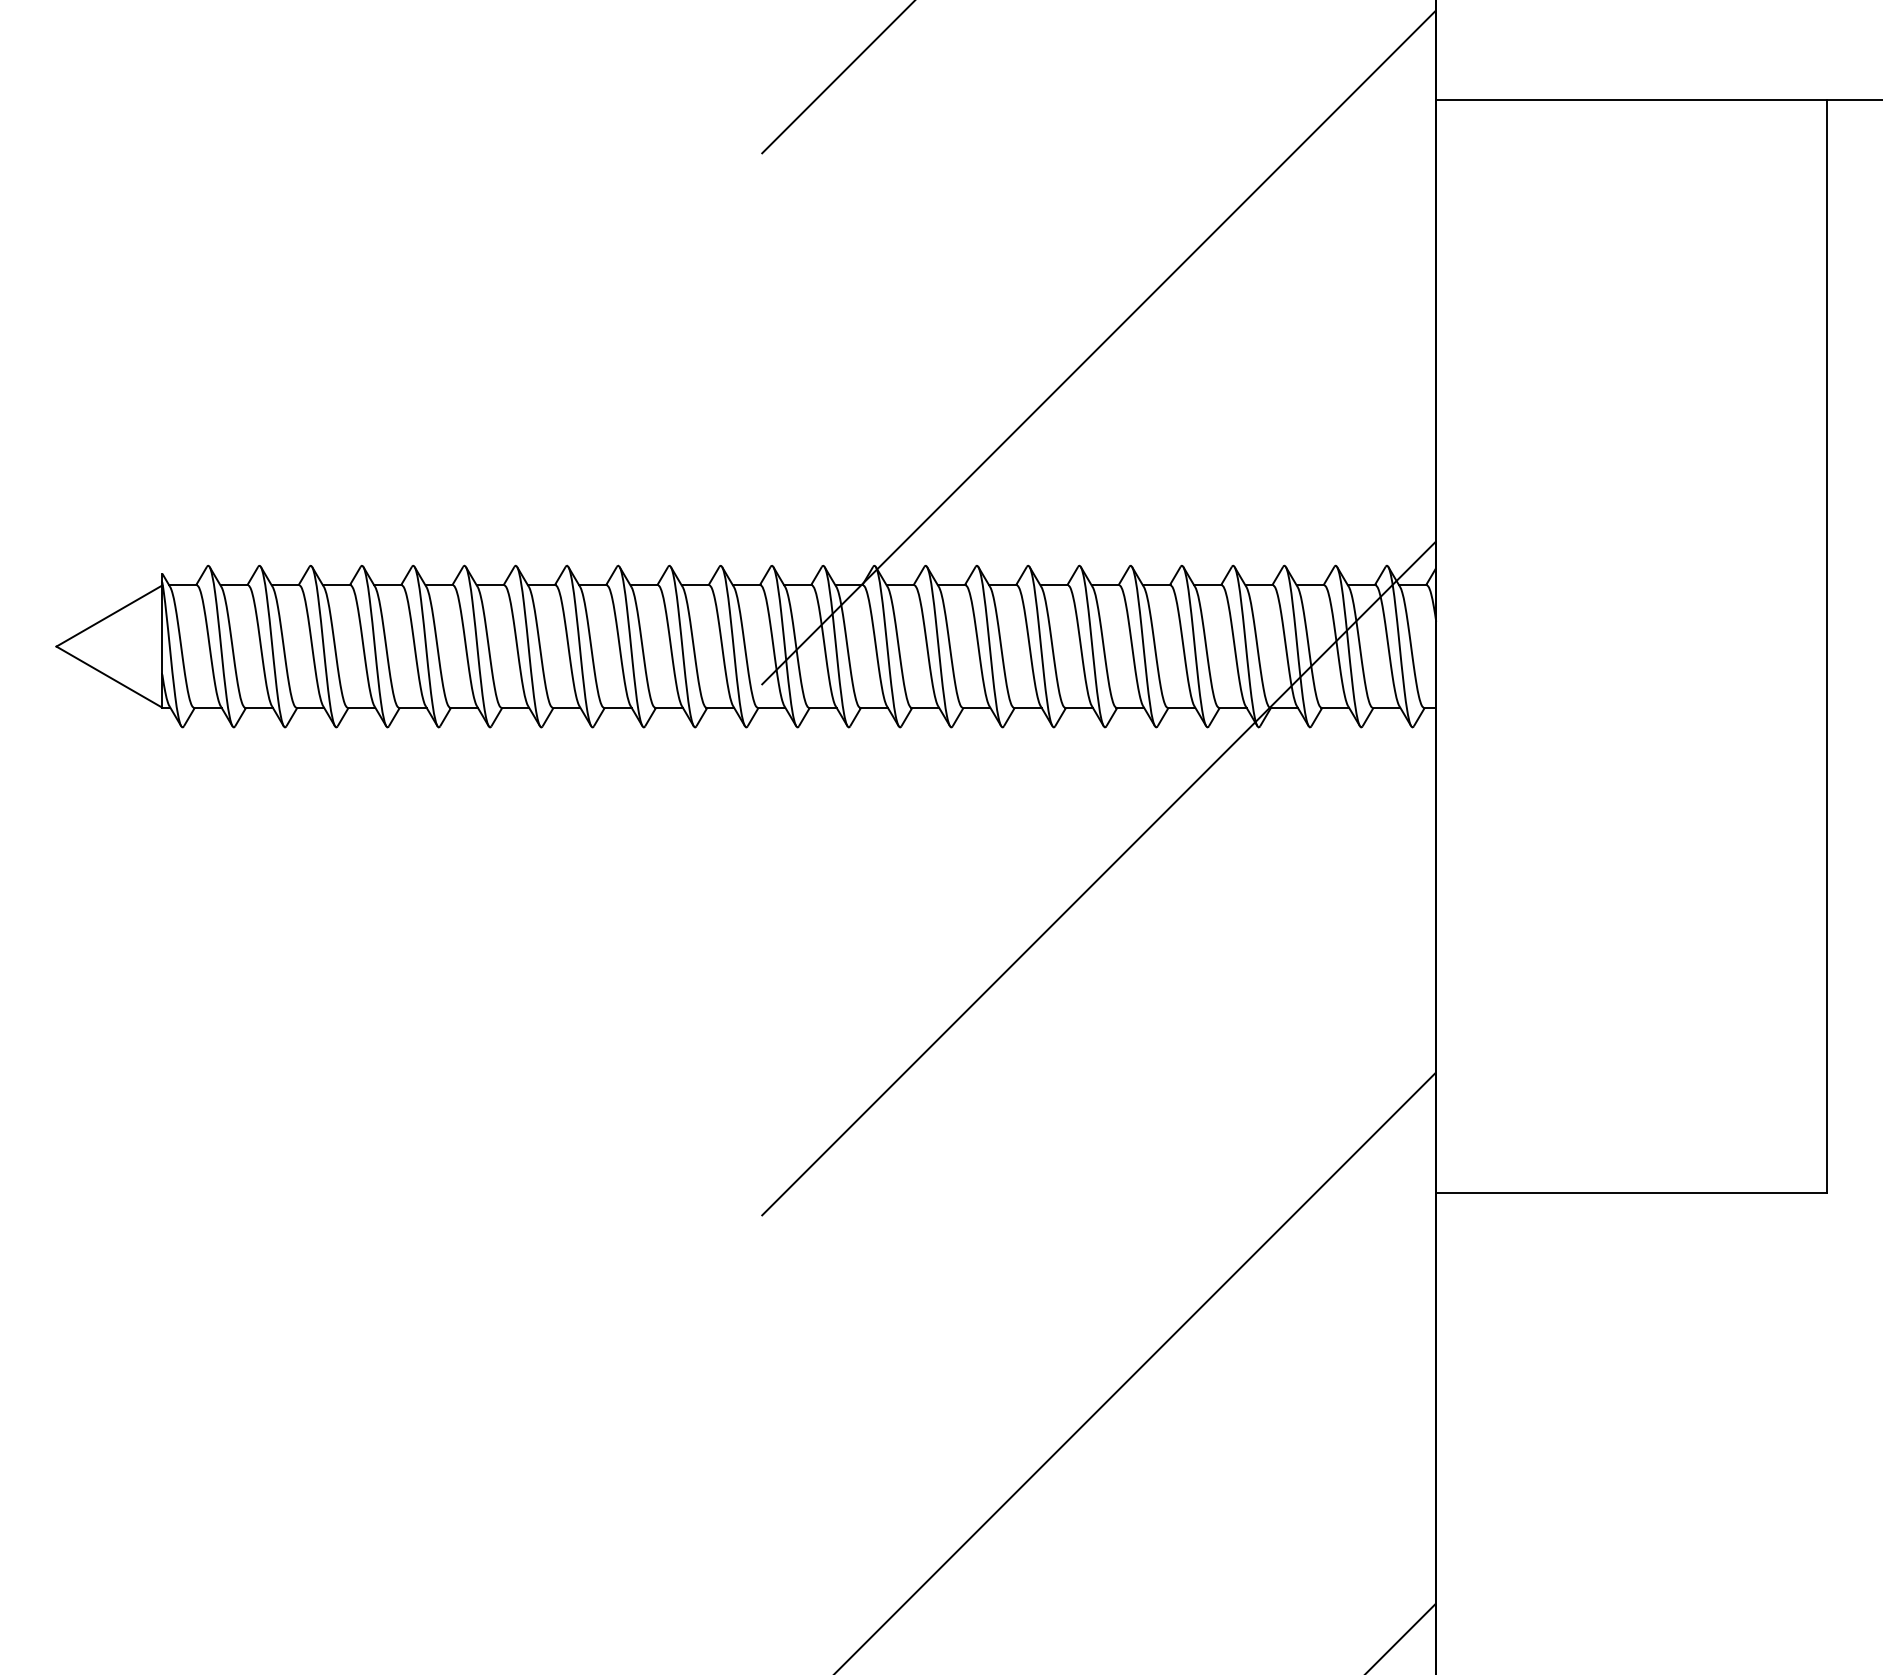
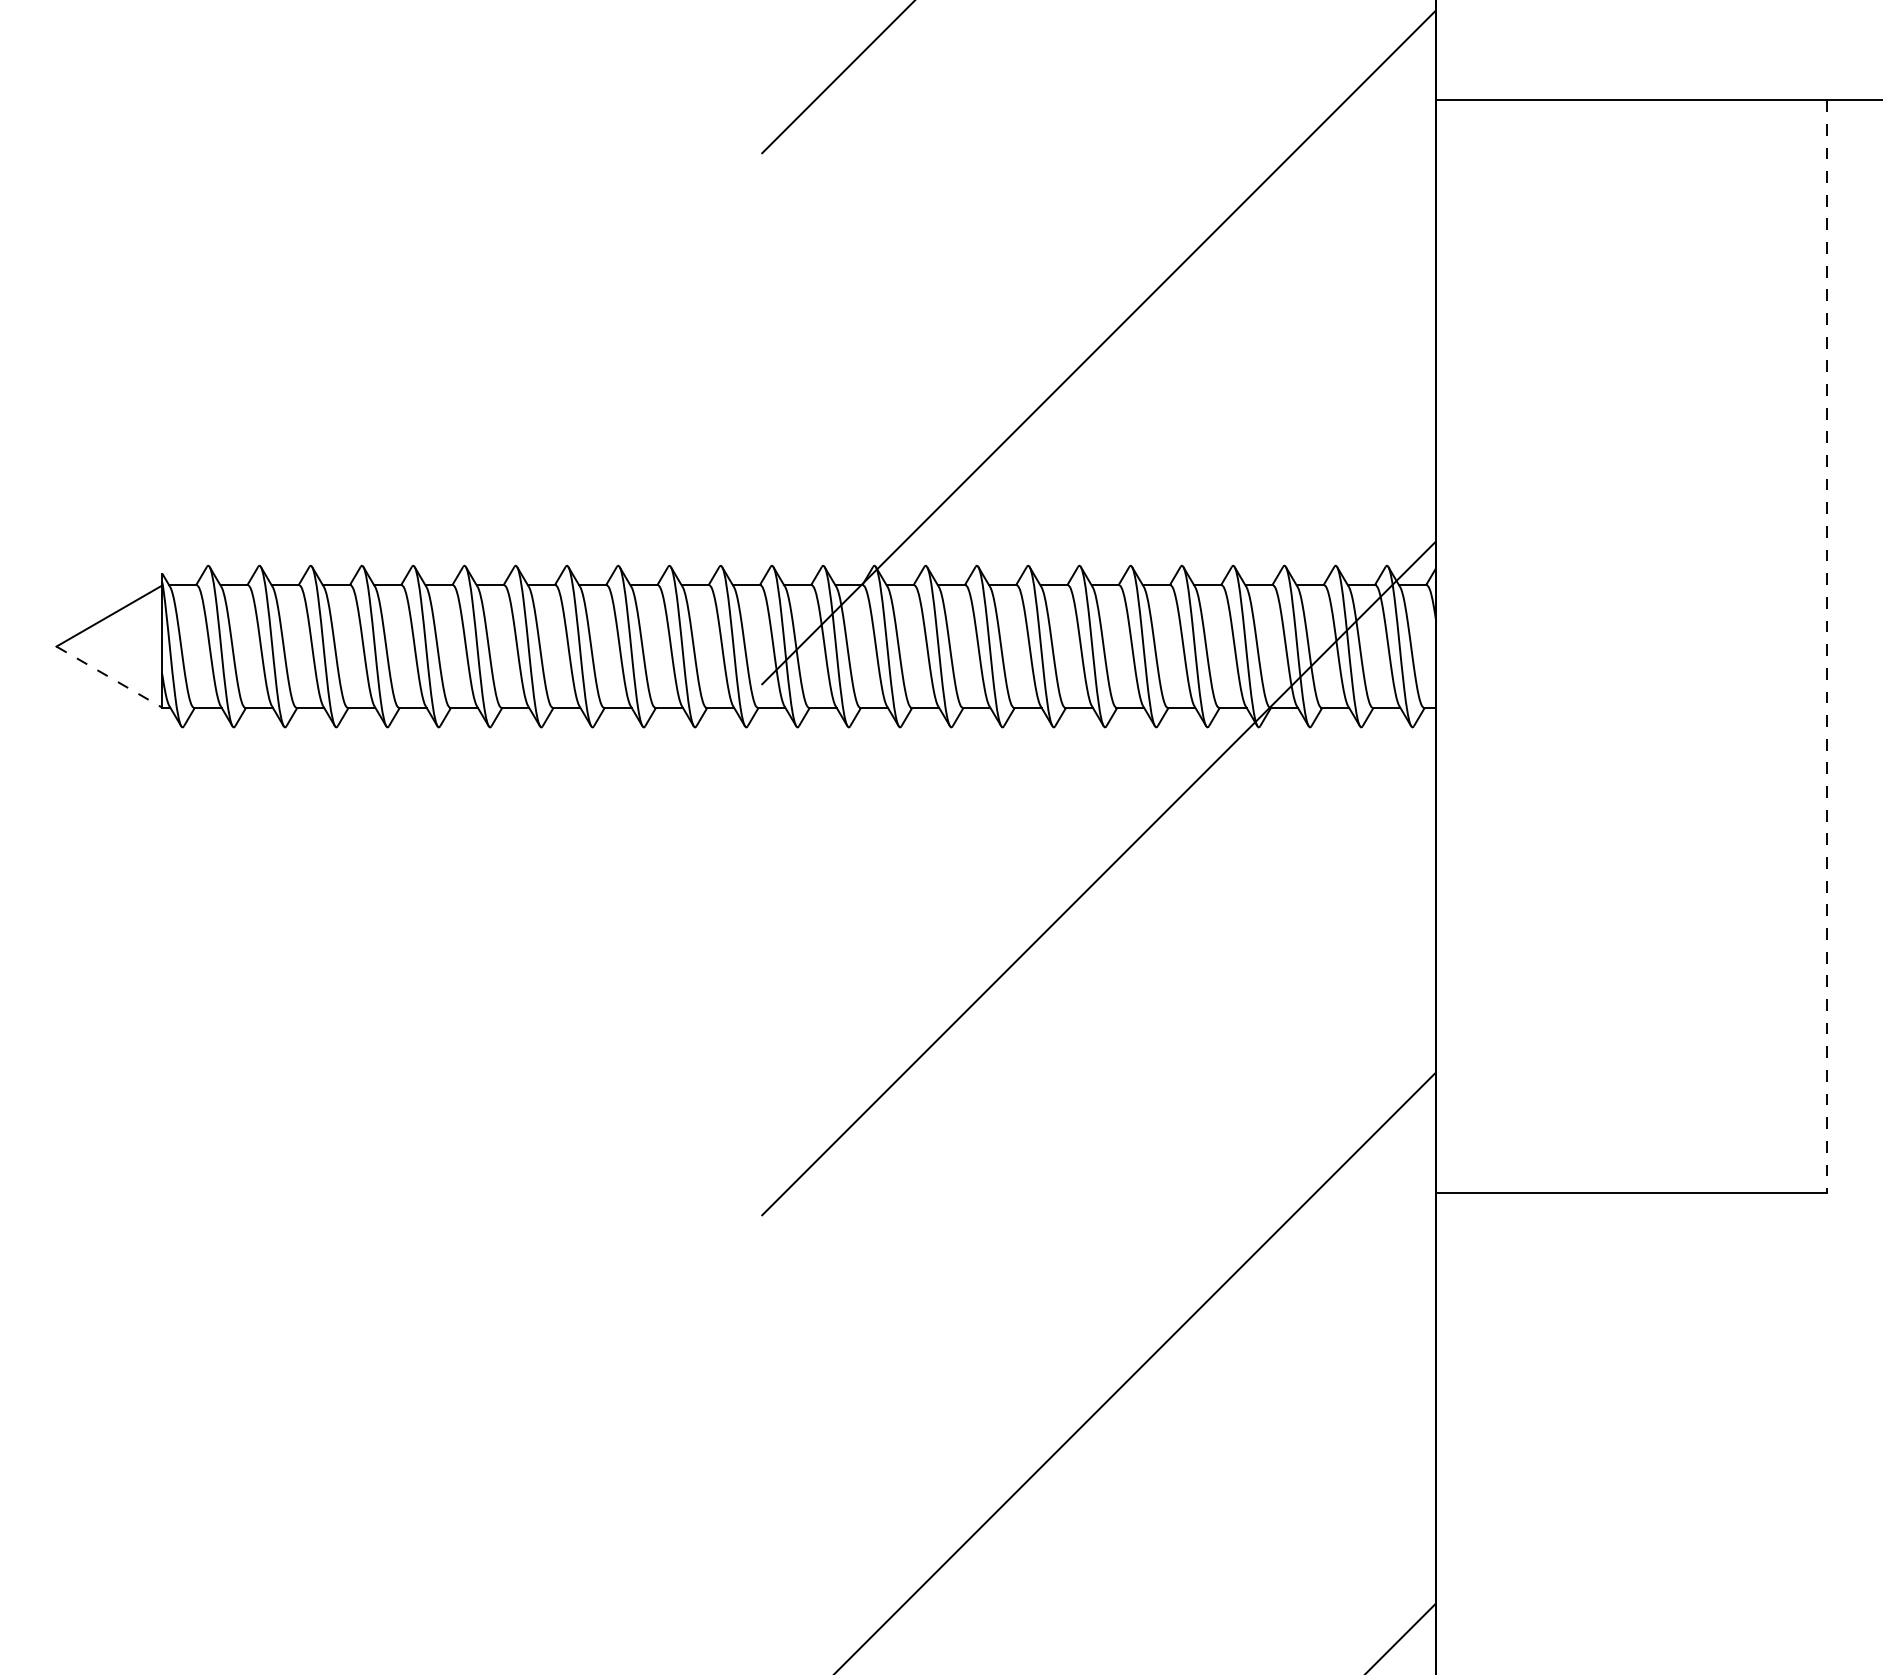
line at (1826, 647): solid -> dashed
line at (109, 677): solid -> dashed
